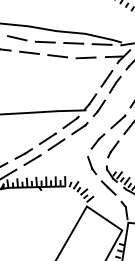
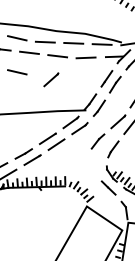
line at (17, 72): none -> present
line at (51, 79): none -> present
part at (92, 165): present -> none
